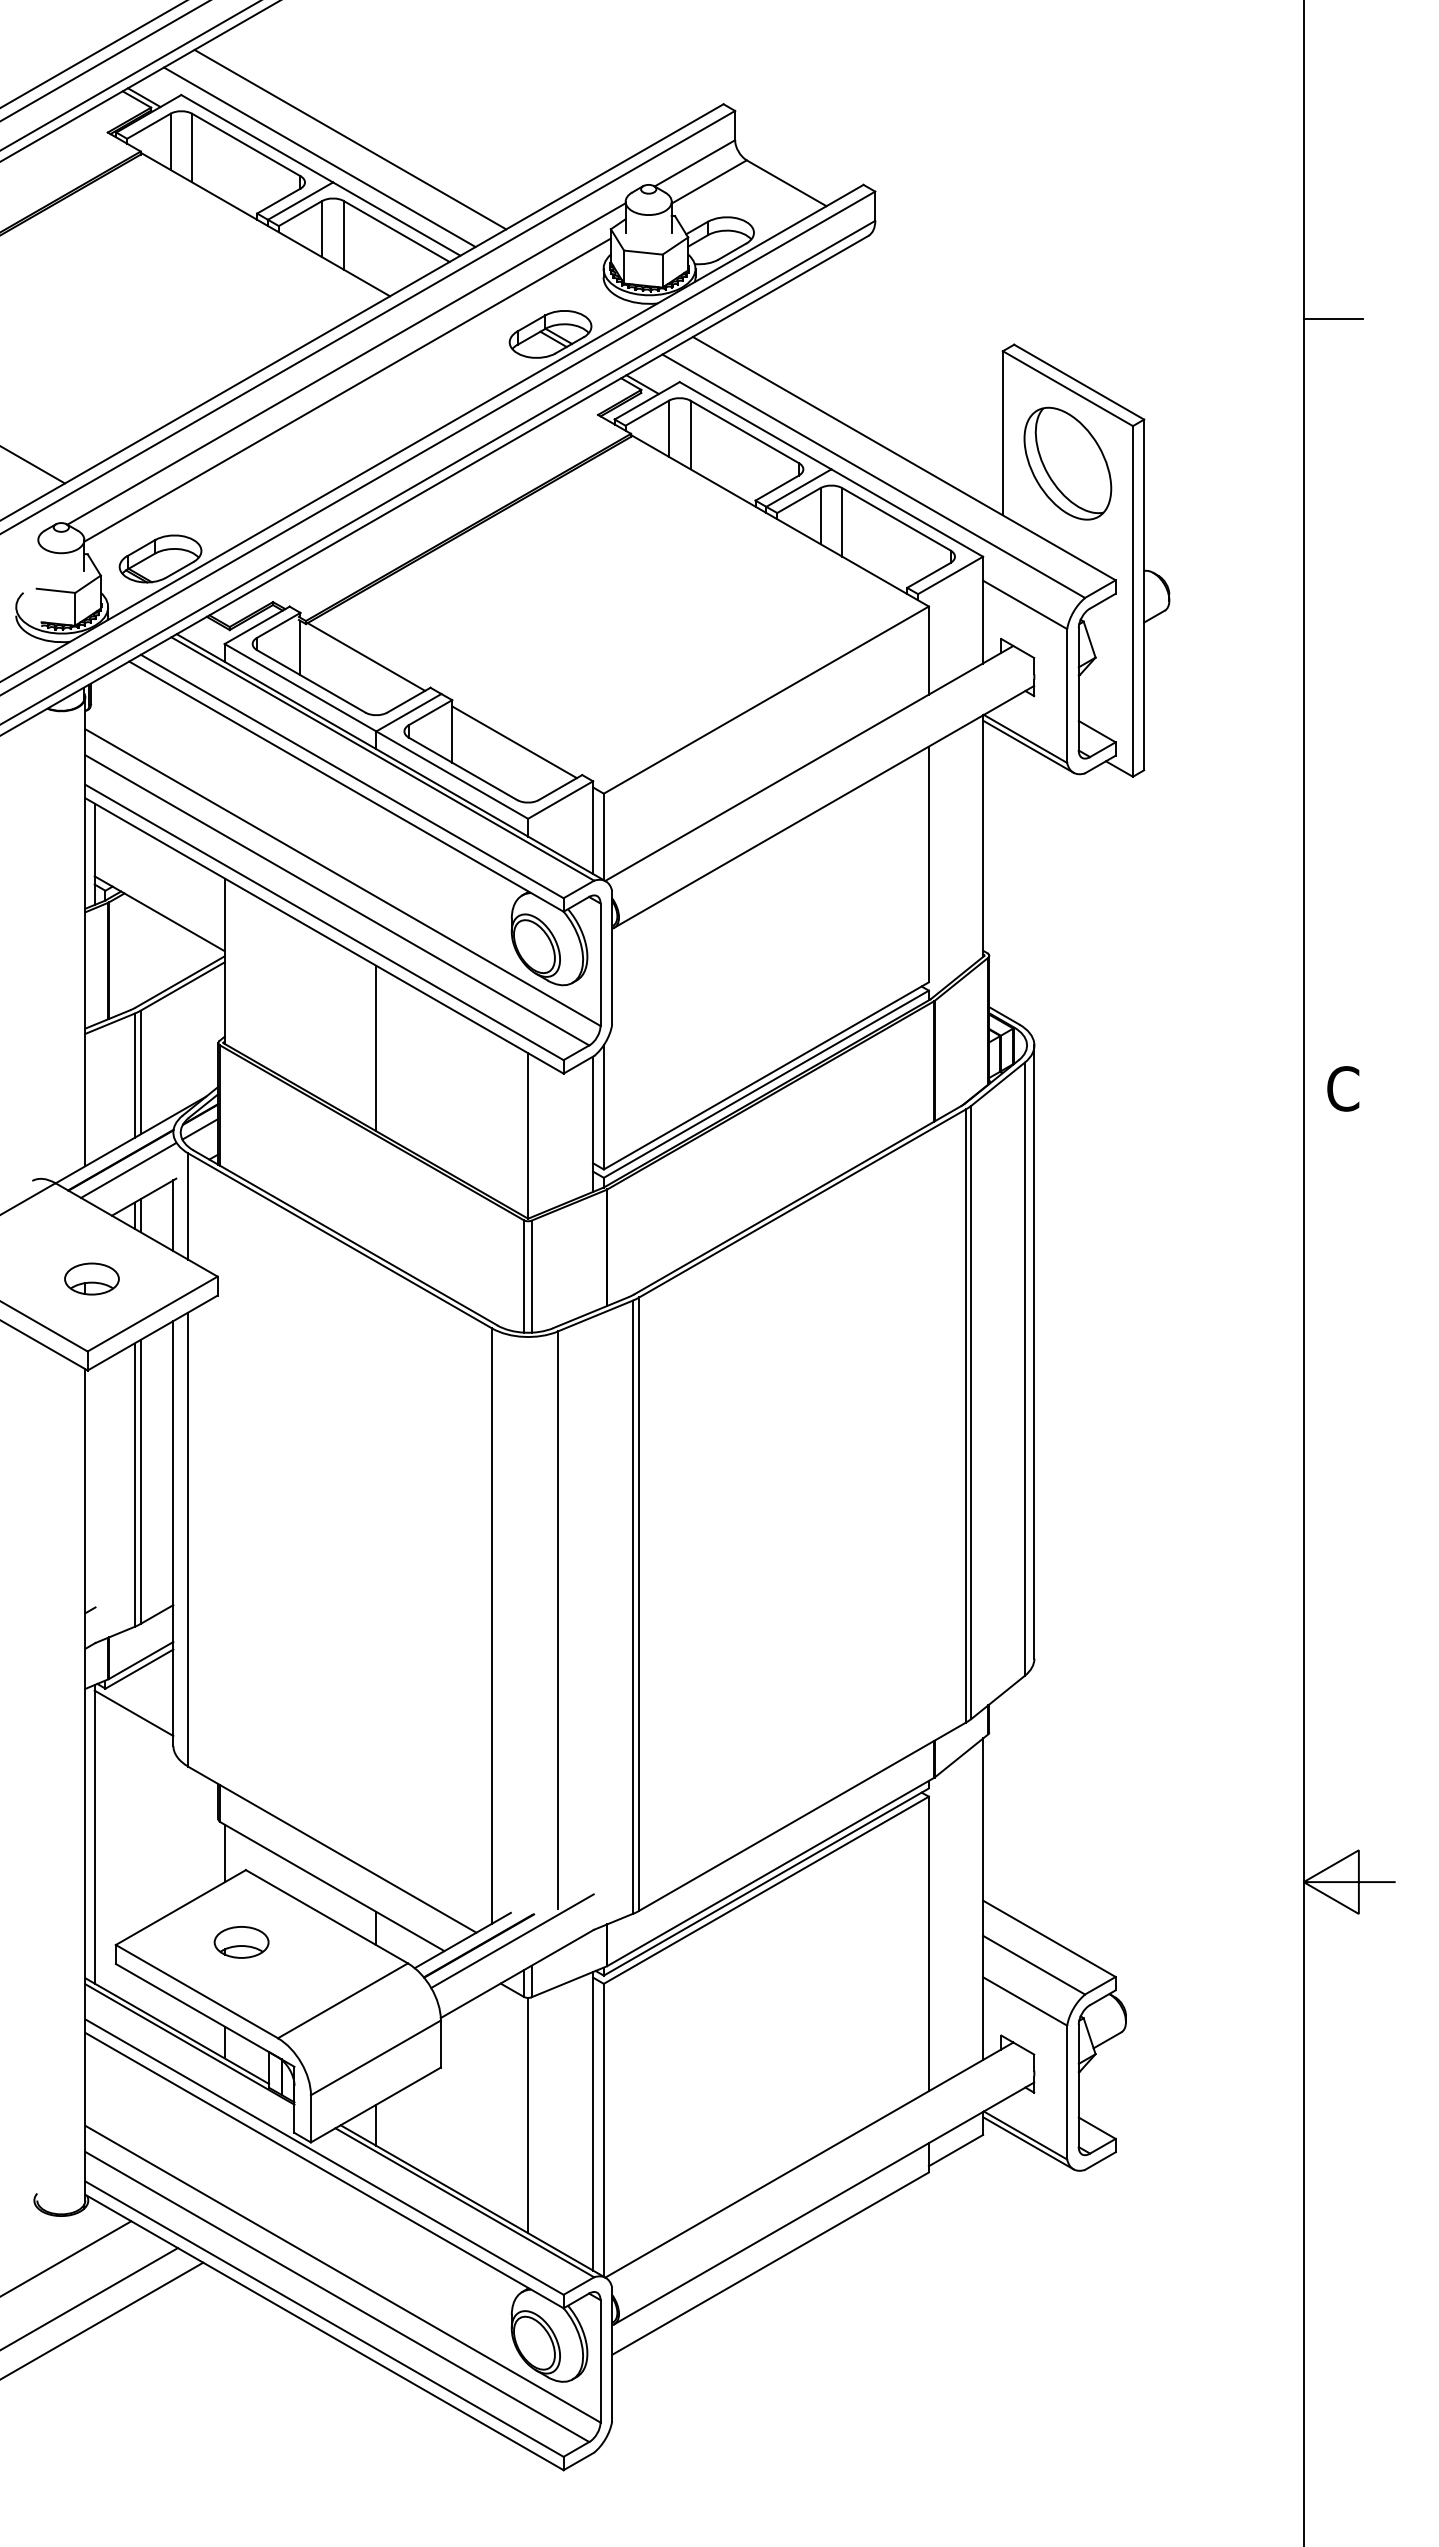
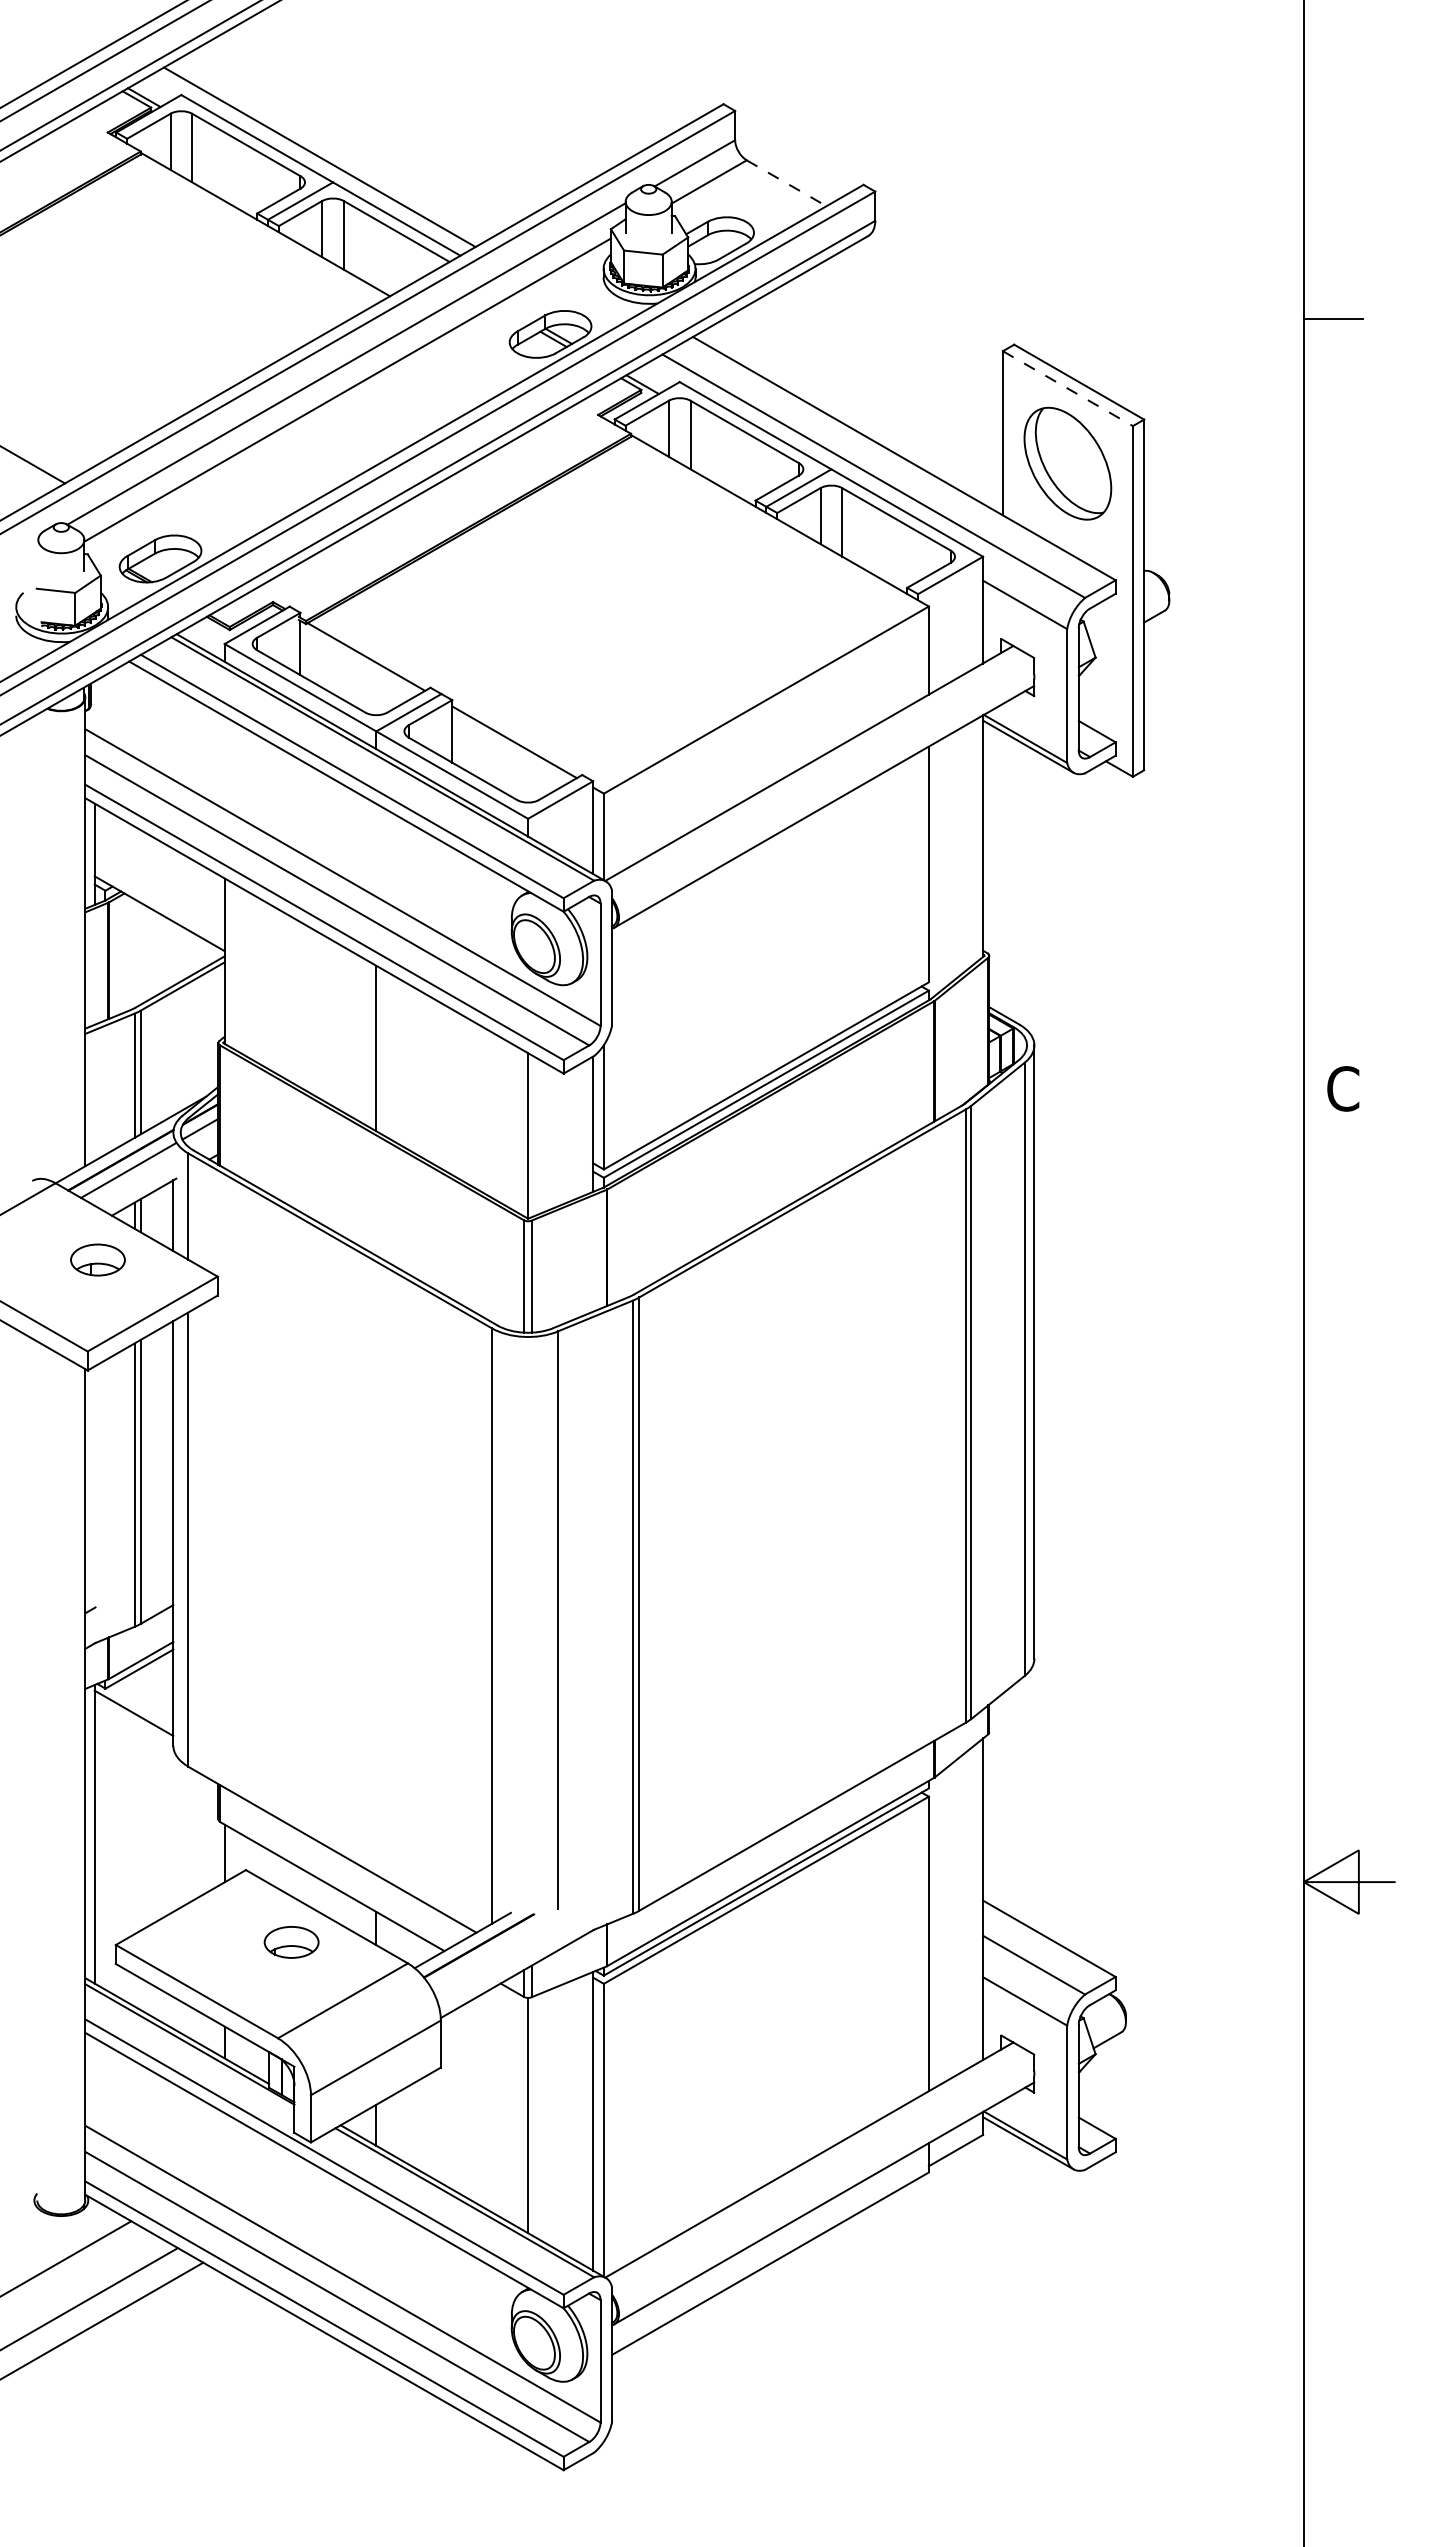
line at (350, 139): present -> none
line at (787, 183): solid -> dashed
line at (1068, 388): solid -> dashed
part at (91, 1278) position: (91, 1278) -> (97, 1259)
line at (512, 1941): present -> none
part at (241, 1942) position: (241, 1942) -> (291, 1942)
